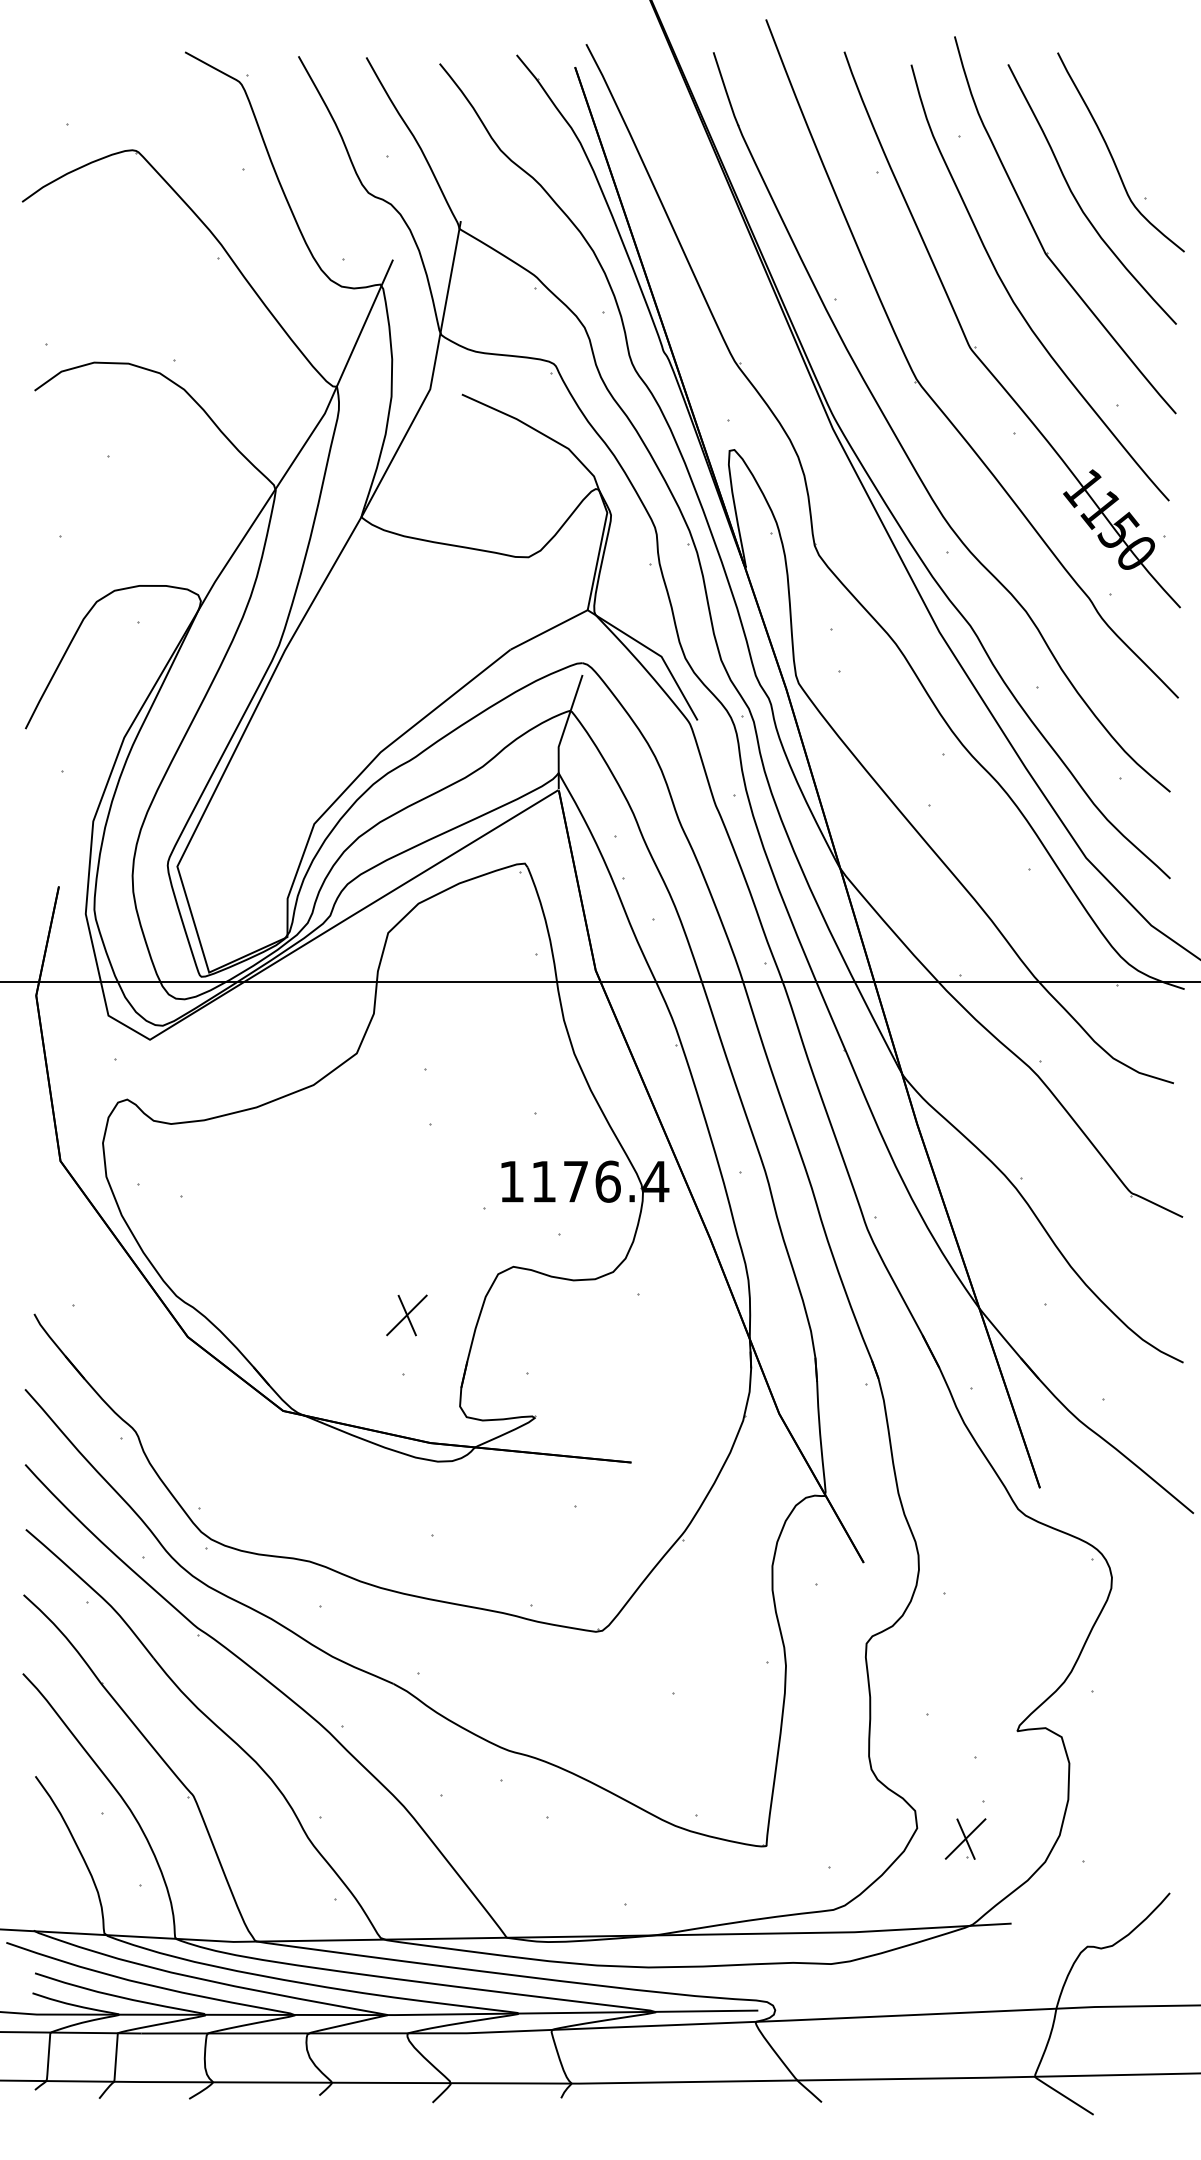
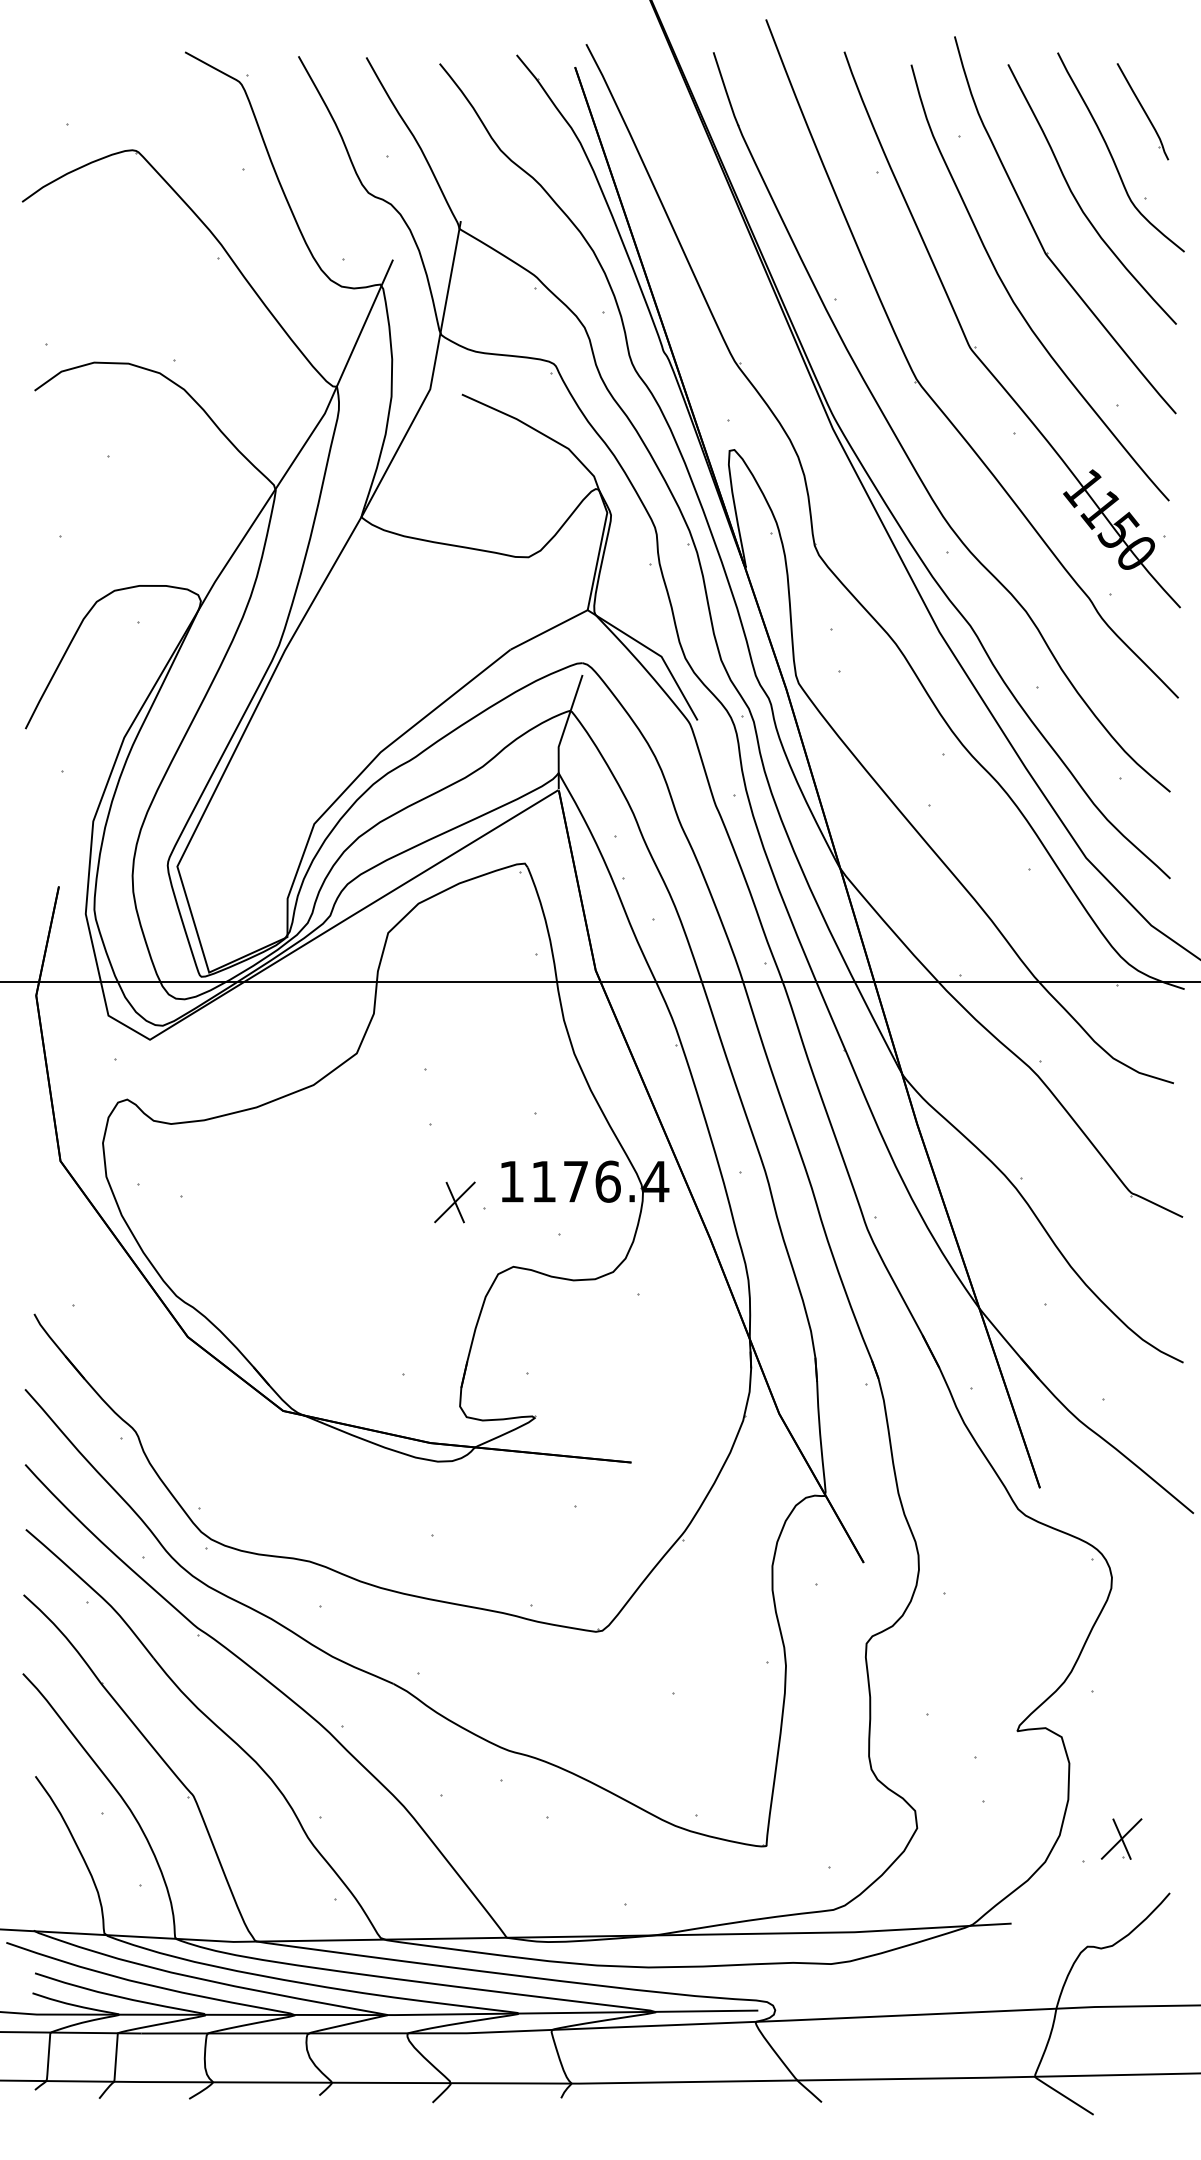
part at (1142, 111): none -> present
part at (406, 1315) position: (406, 1315) -> (454, 1202)
part at (965, 1838) position: (965, 1838) -> (1121, 1838)
